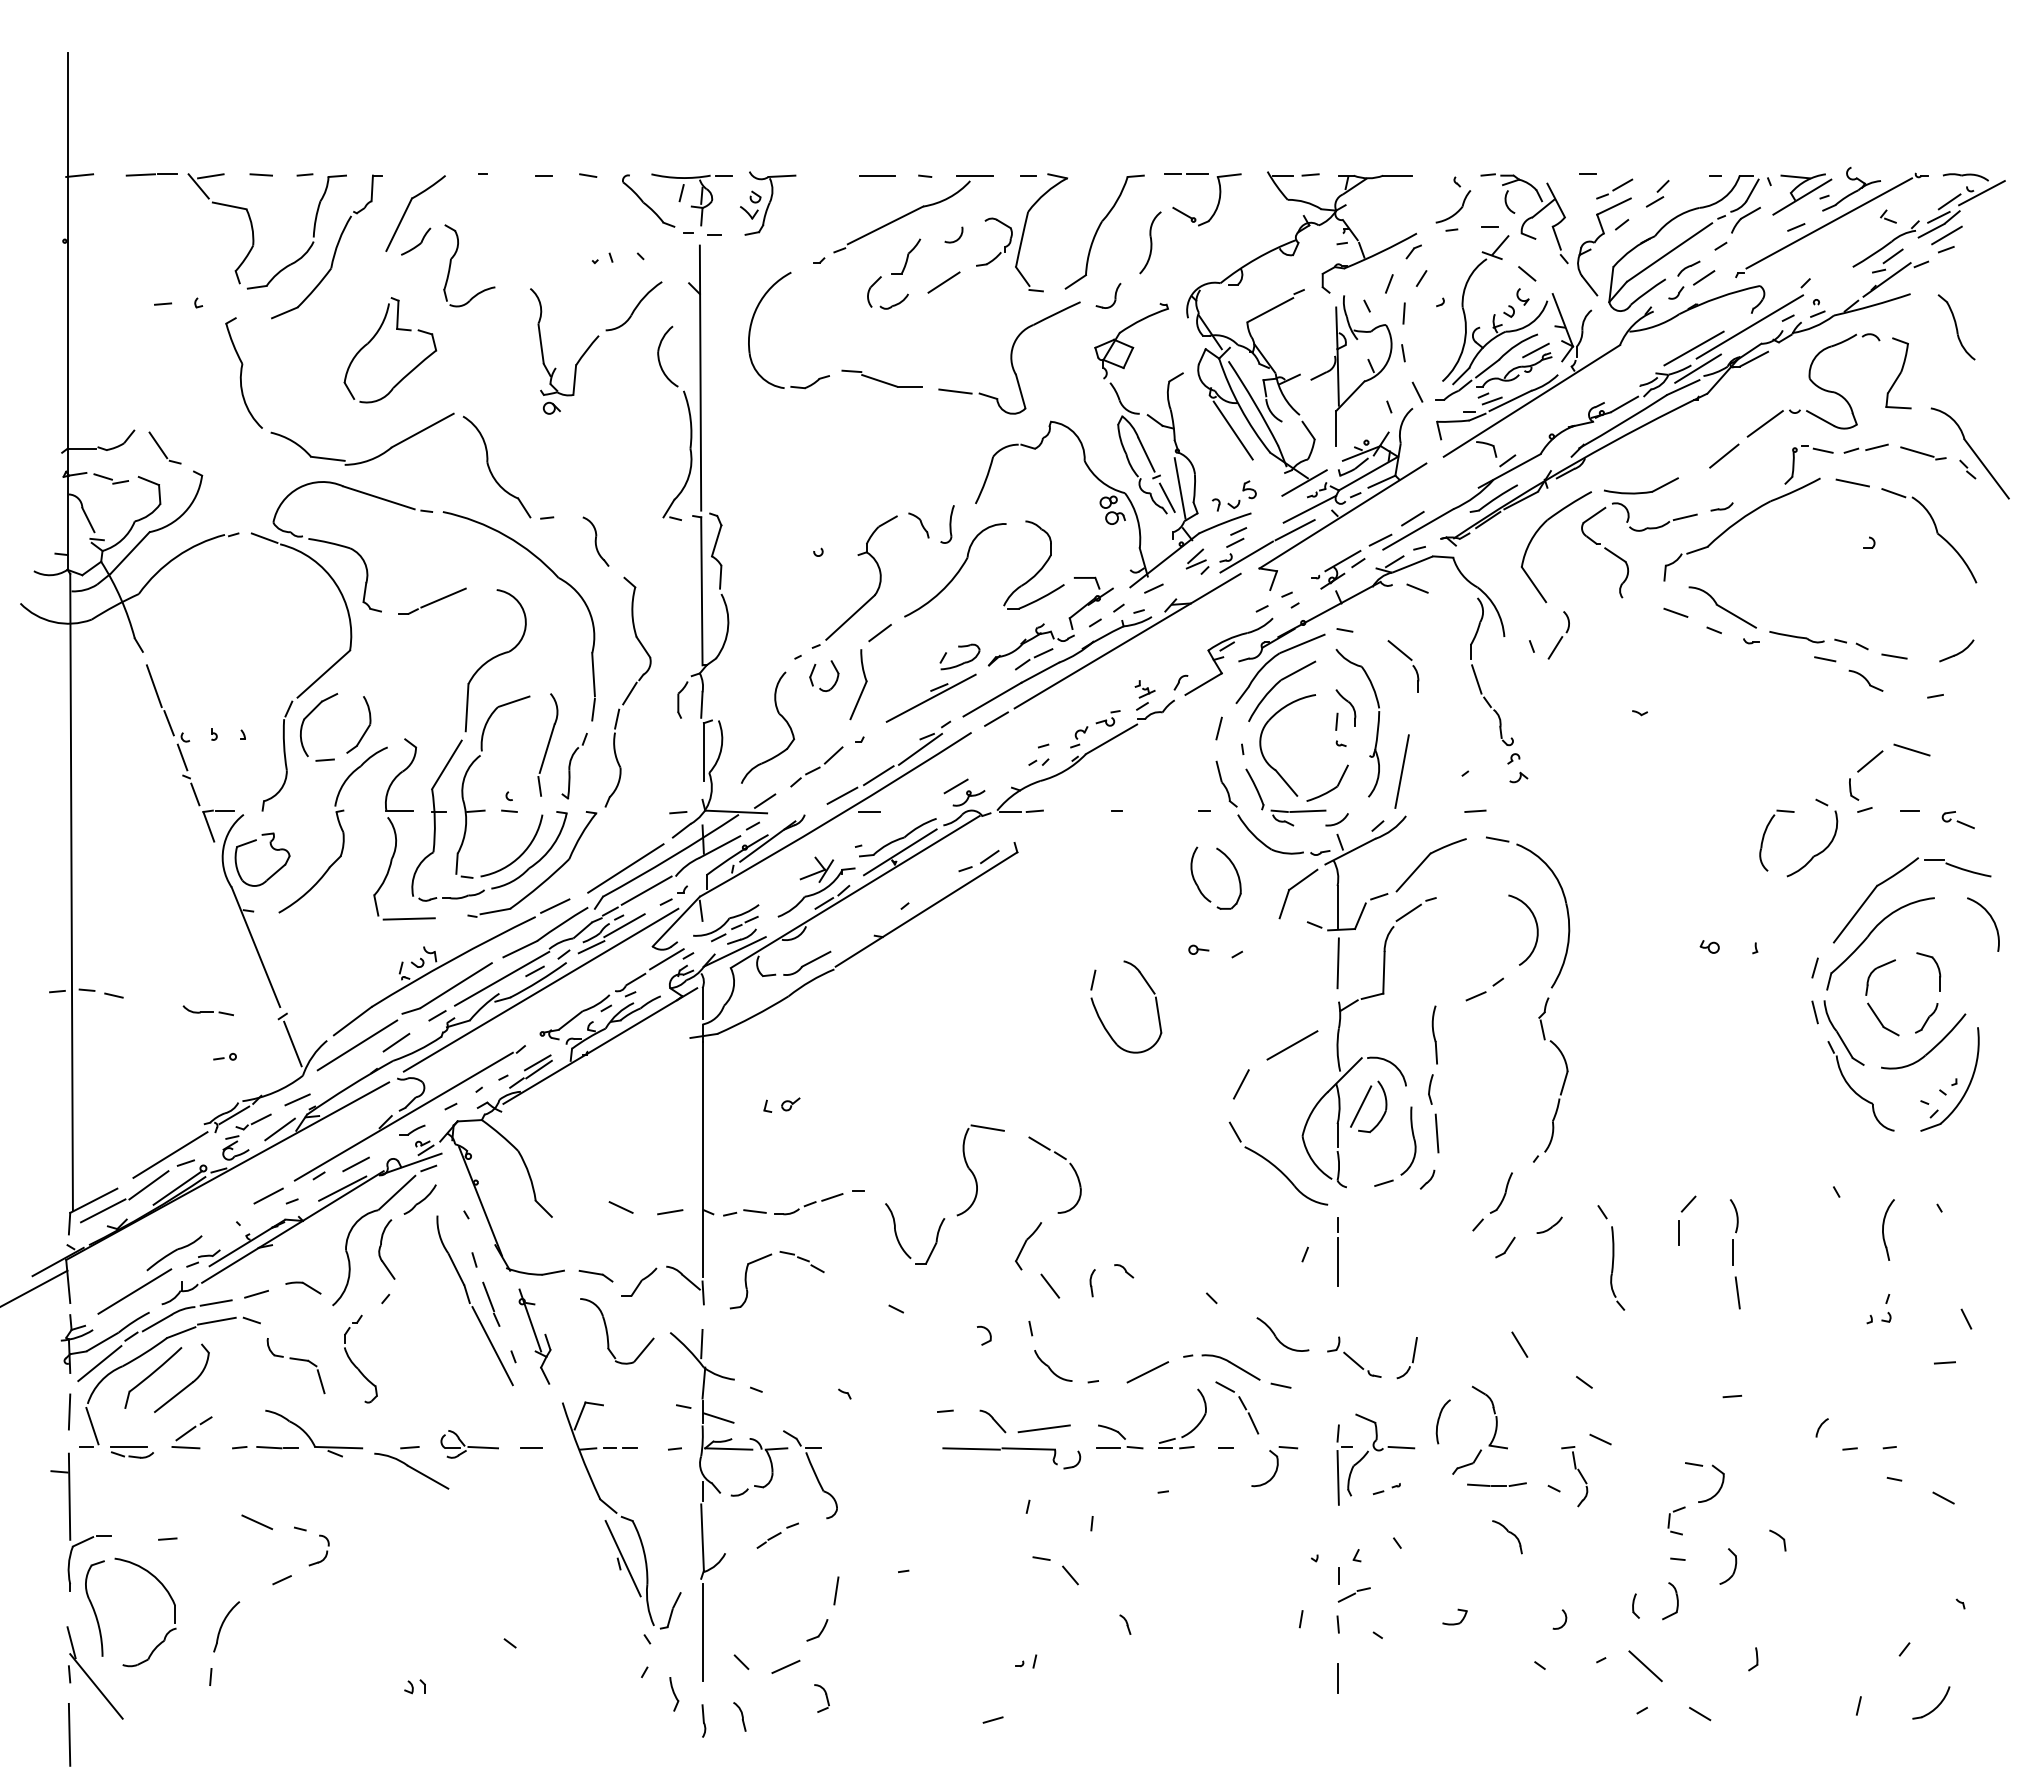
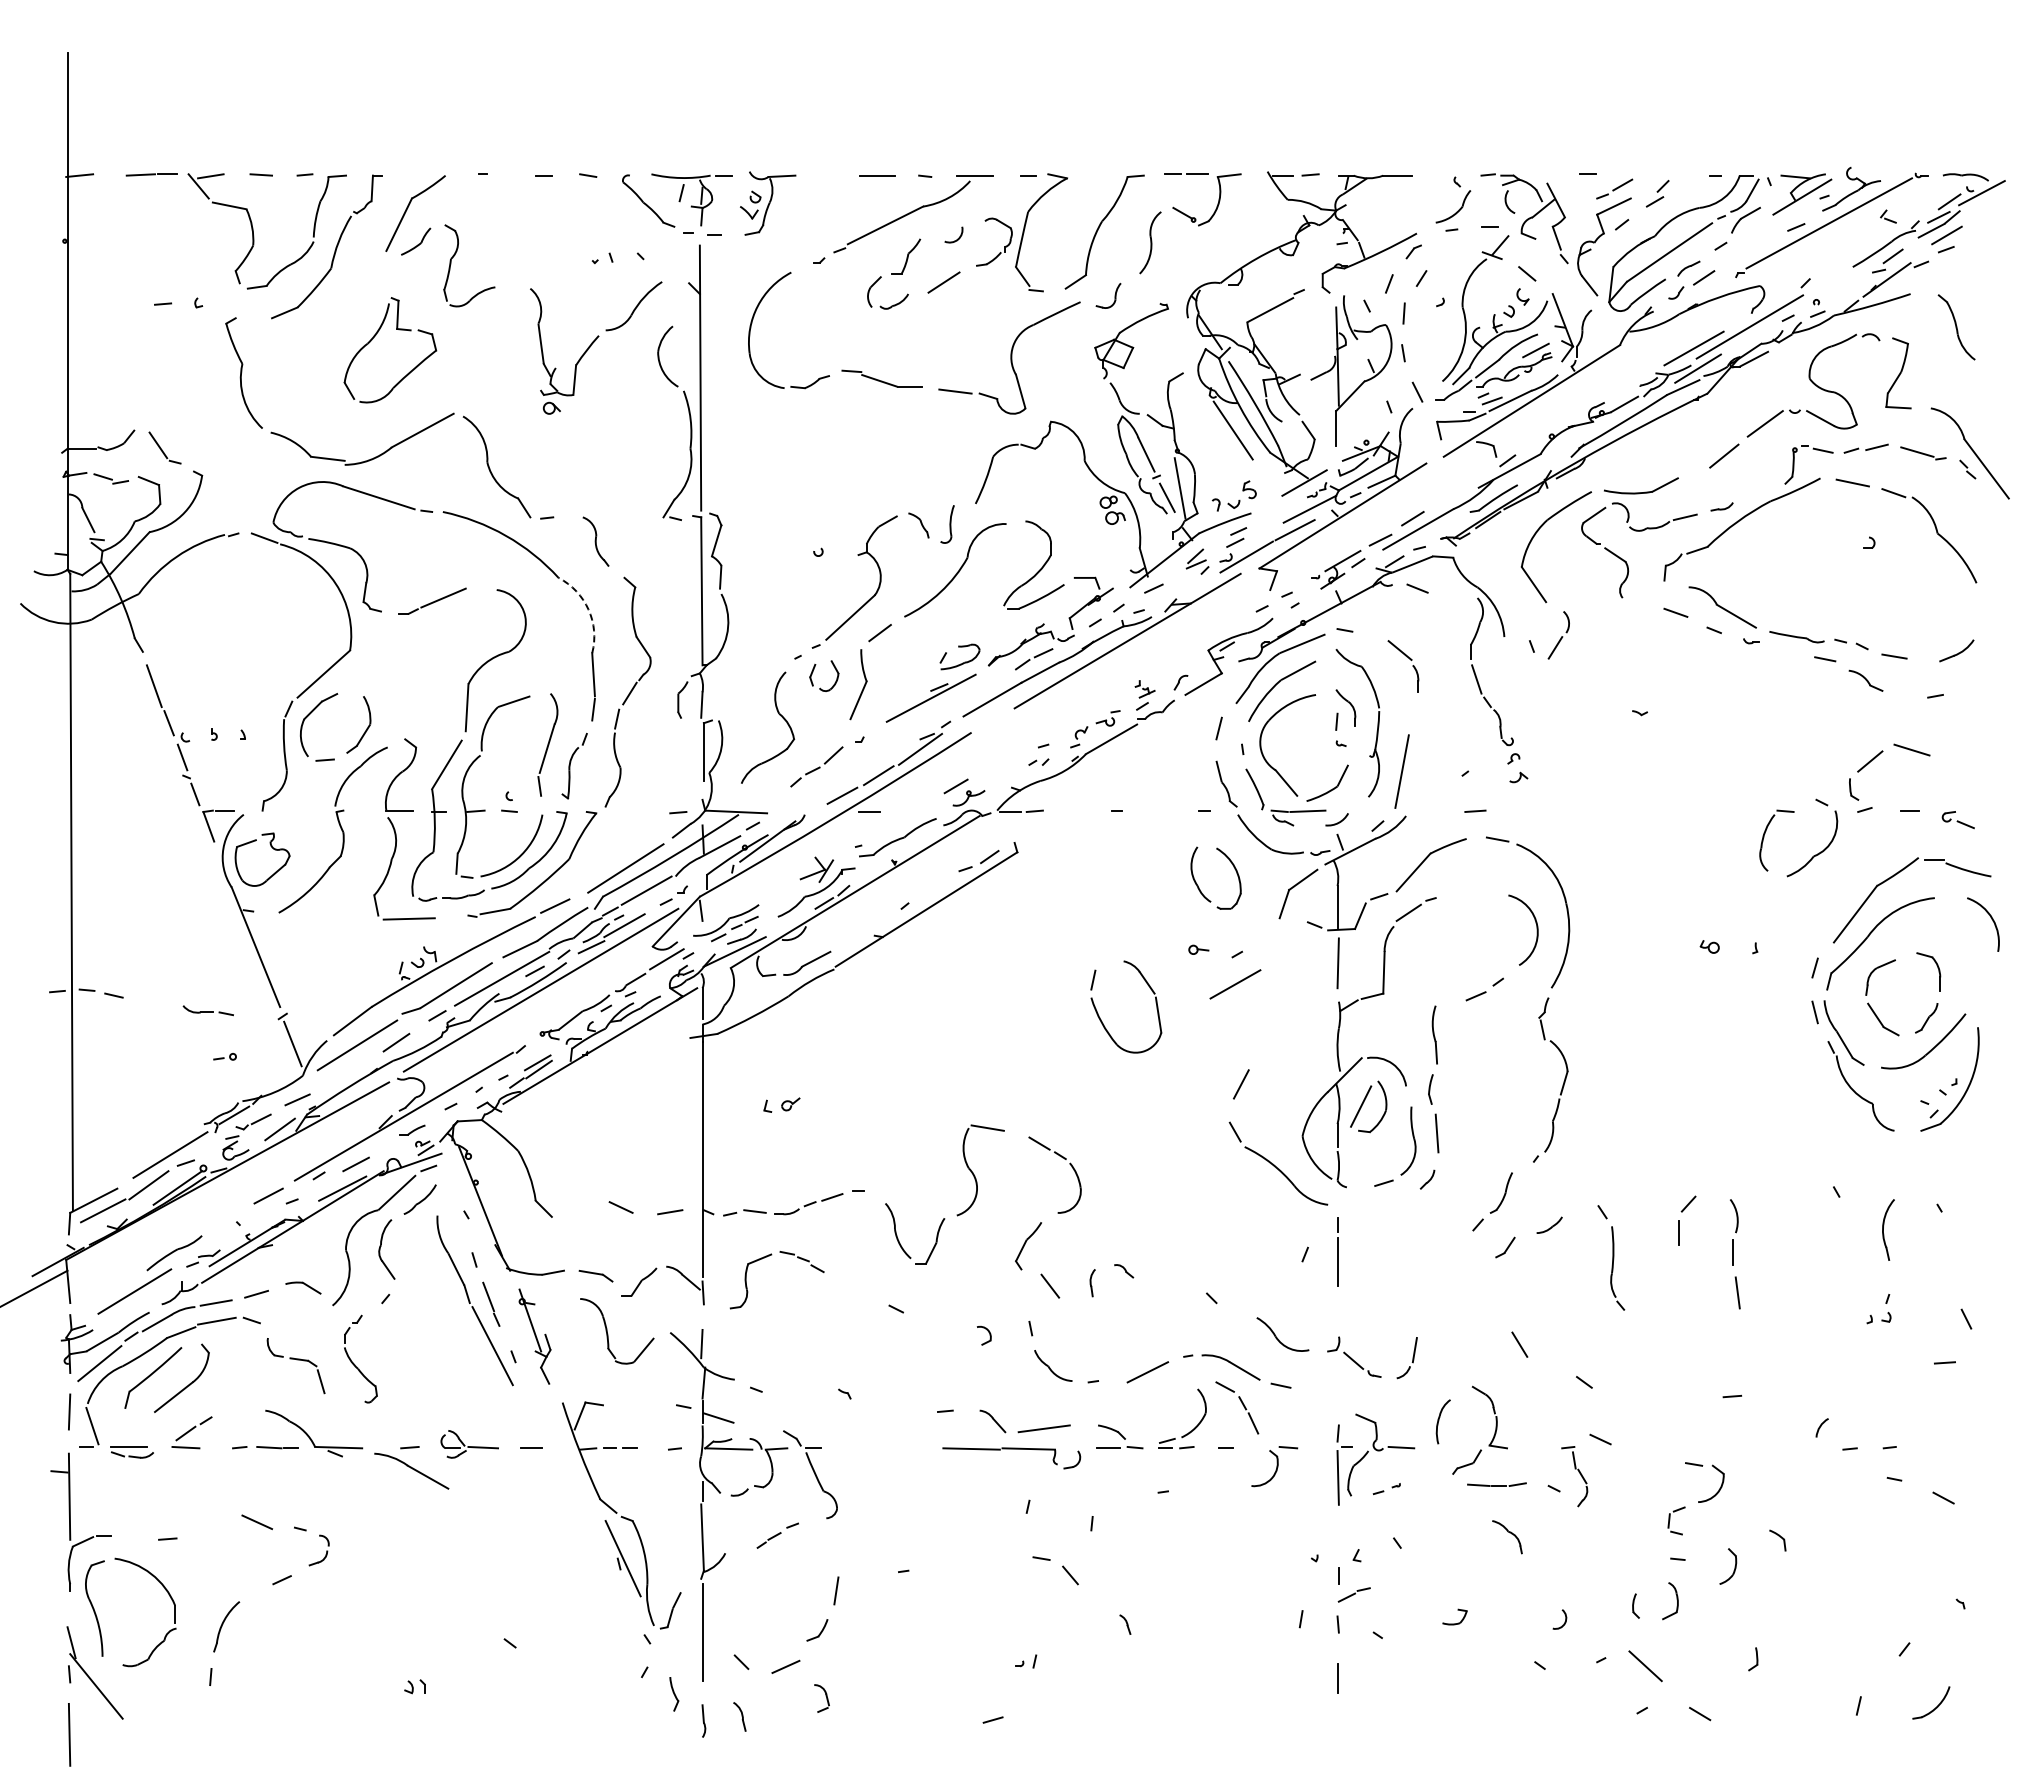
arc at (588, 609): solid -> dashed
line at (996, 718): present -> none
line at (765, 800): present -> none
line at (899, 852): present -> none
line at (1292, 1045) position: (1292, 1045) -> (1235, 984)
